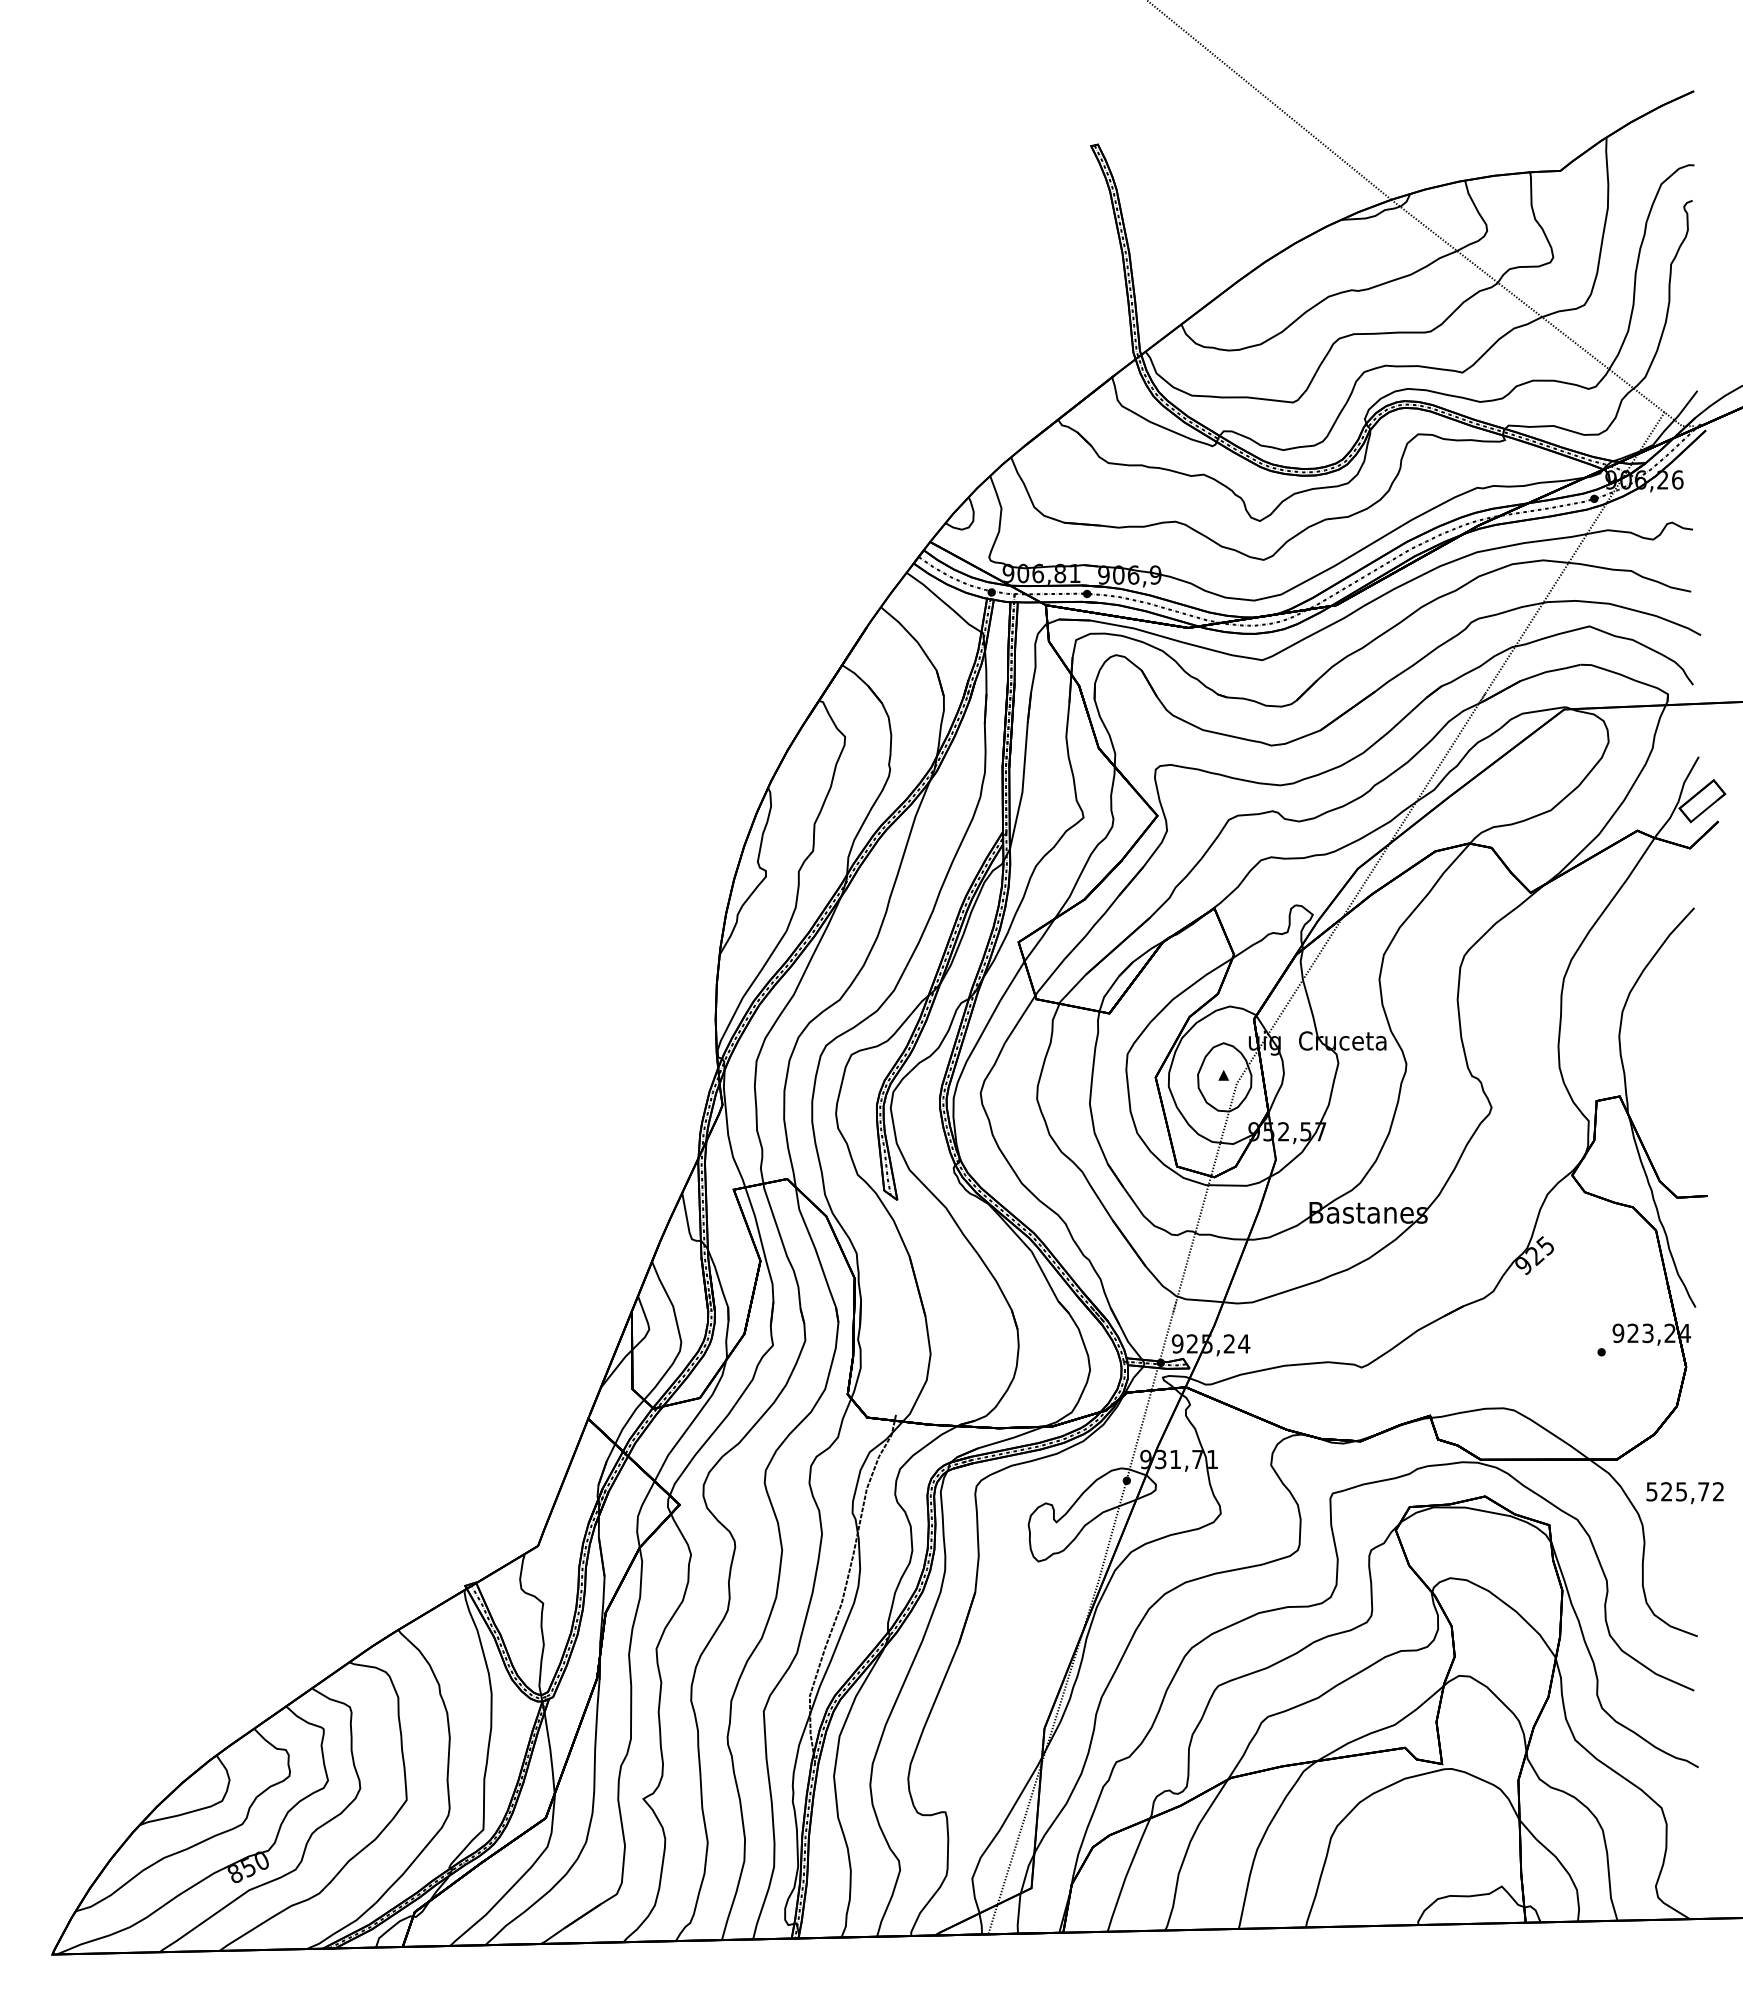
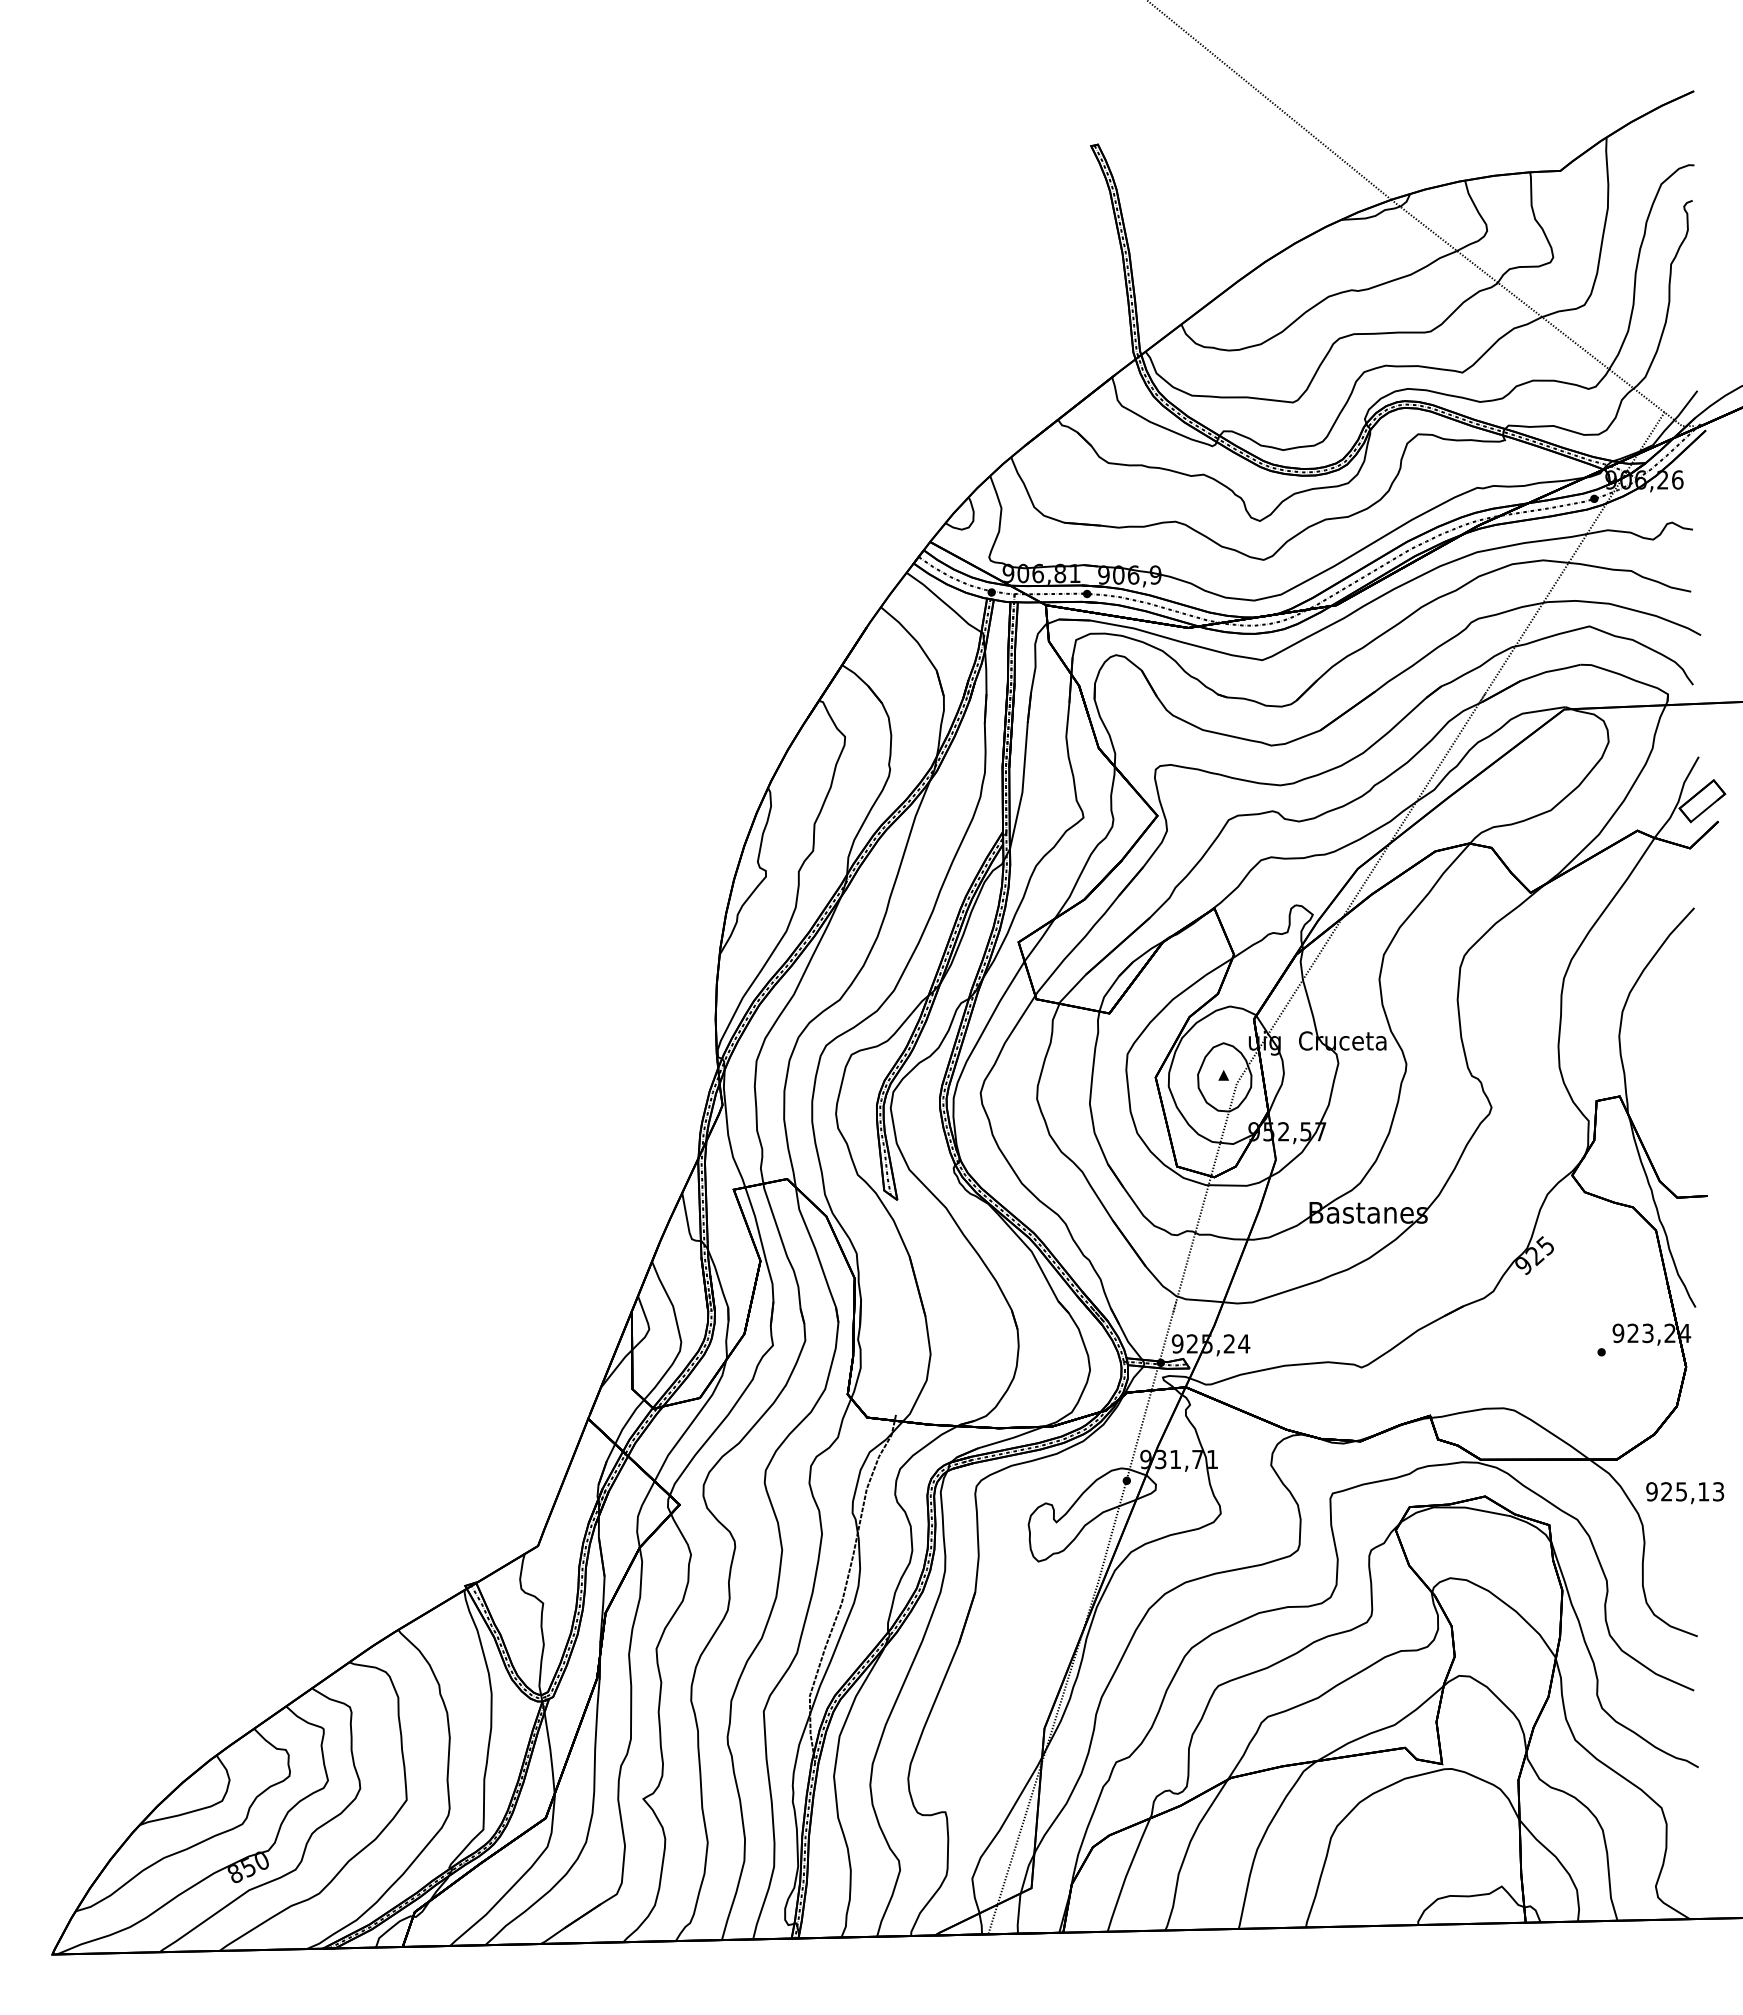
text at (1685, 1491): 525,72 -> 925,13
